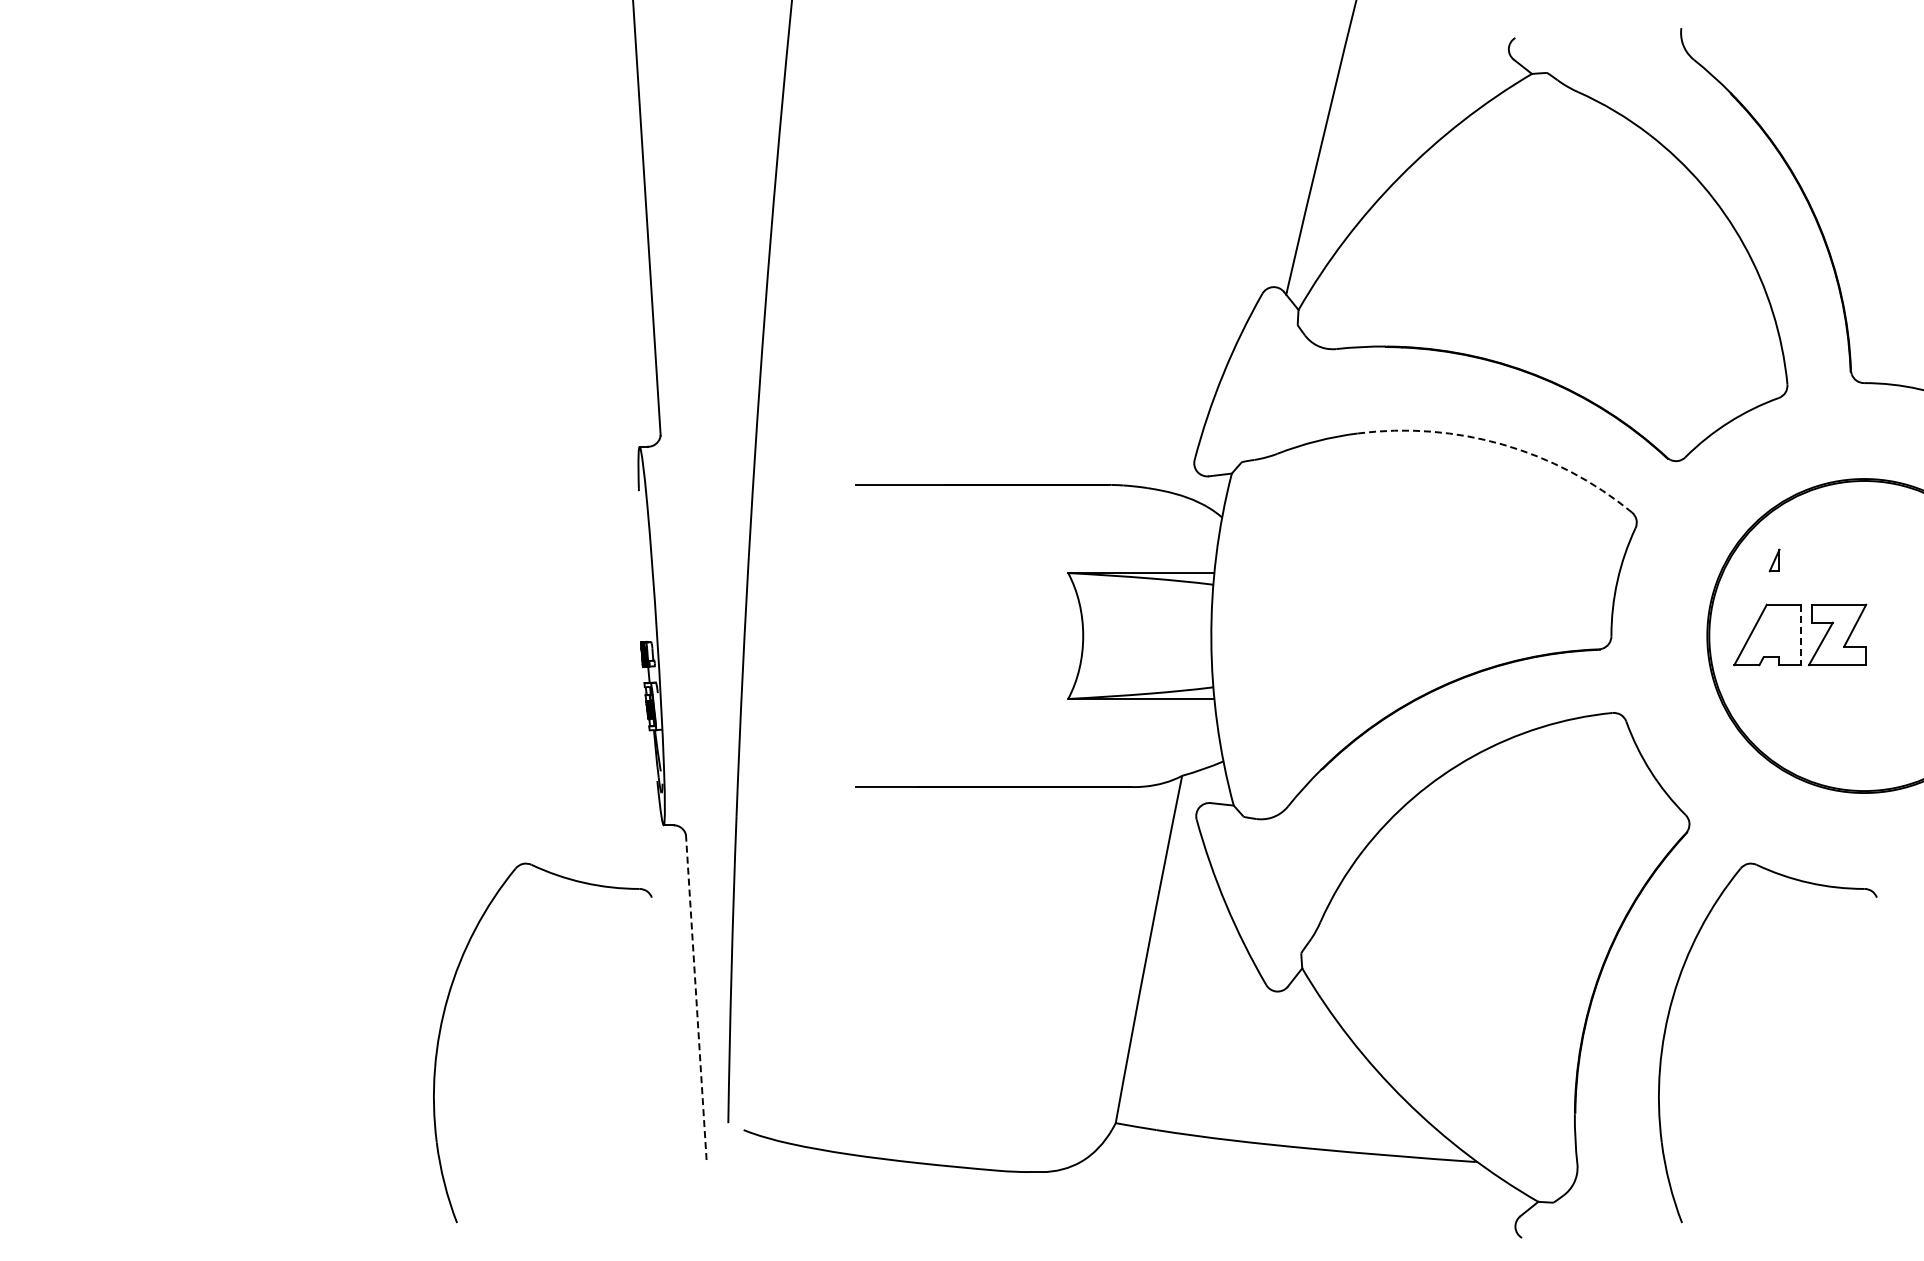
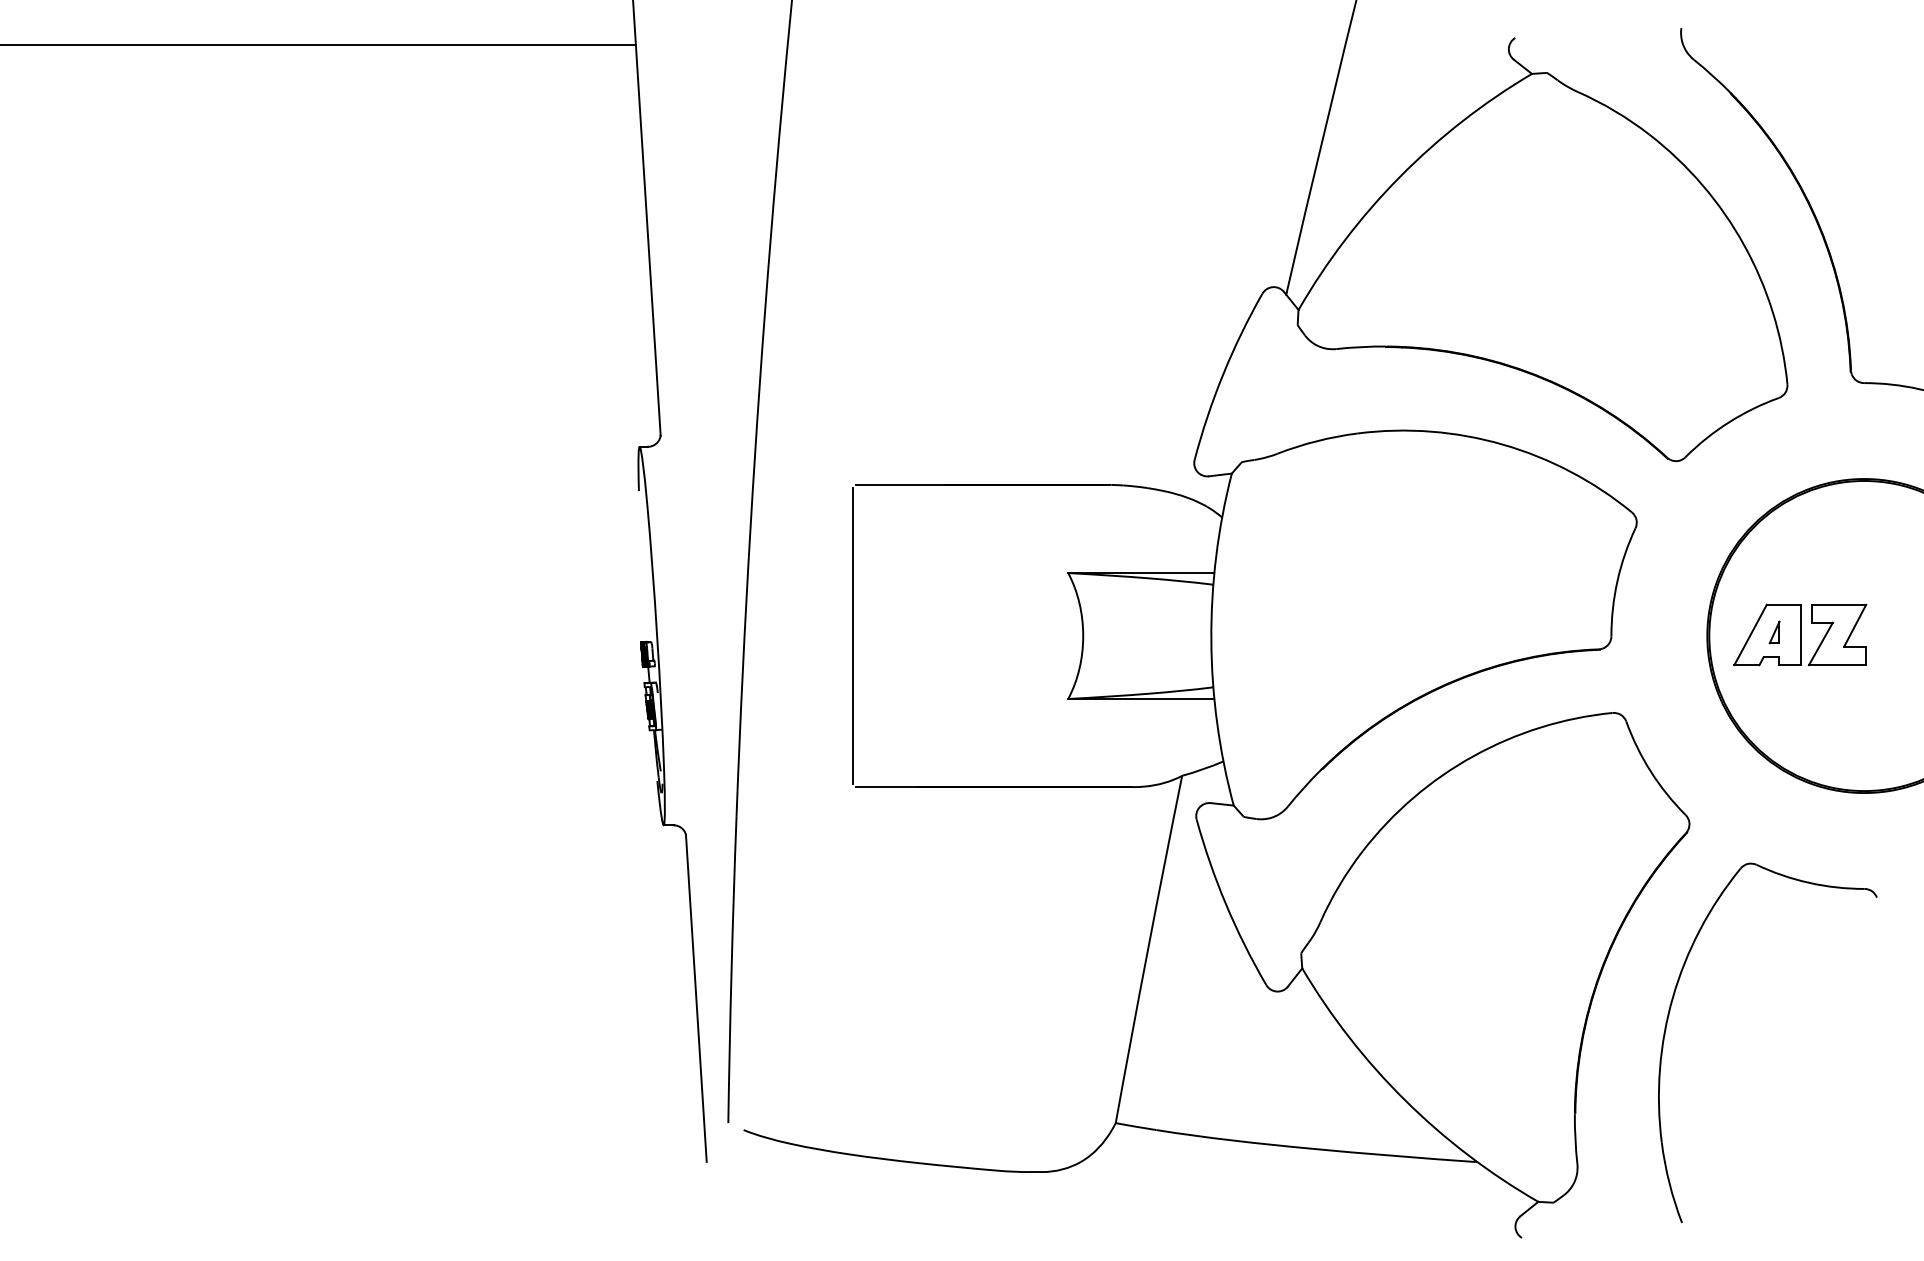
line at (318, 44): none -> present
arc at (1503, 444): dashed -> solid
part at (1774, 560) position: (1774, 560) -> (1774, 632)
line at (852, 635): none -> present
line at (1801, 635): dashed -> solid
line at (696, 998): dashed -> solid
part at (443, 1020): present -> none
